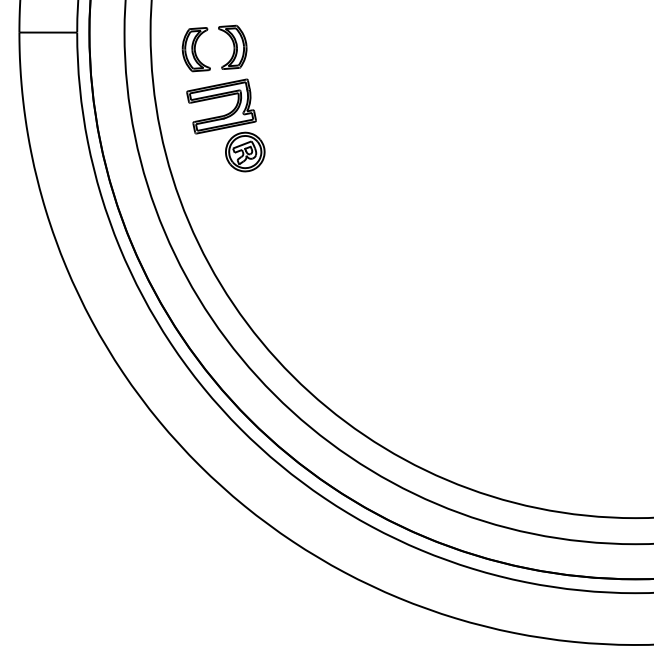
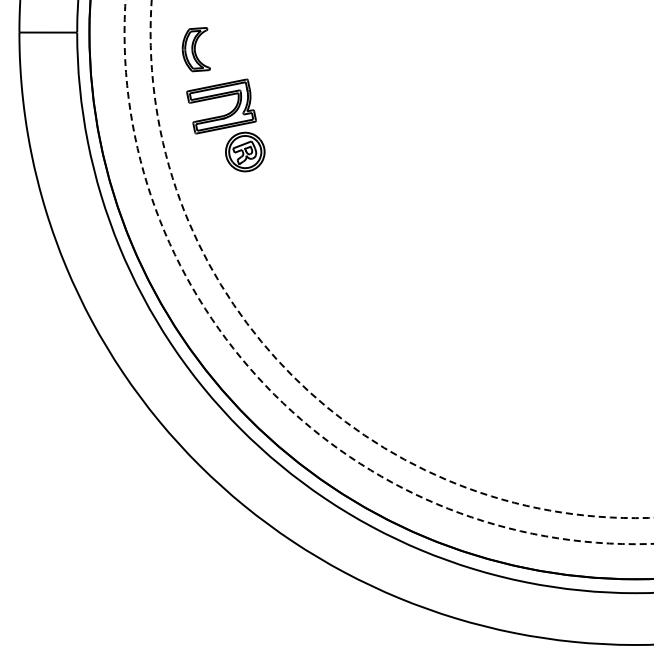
part at (232, 46): present -> none
circle at (401, 259): solid -> dashed
circle at (388, 272): solid -> dashed
